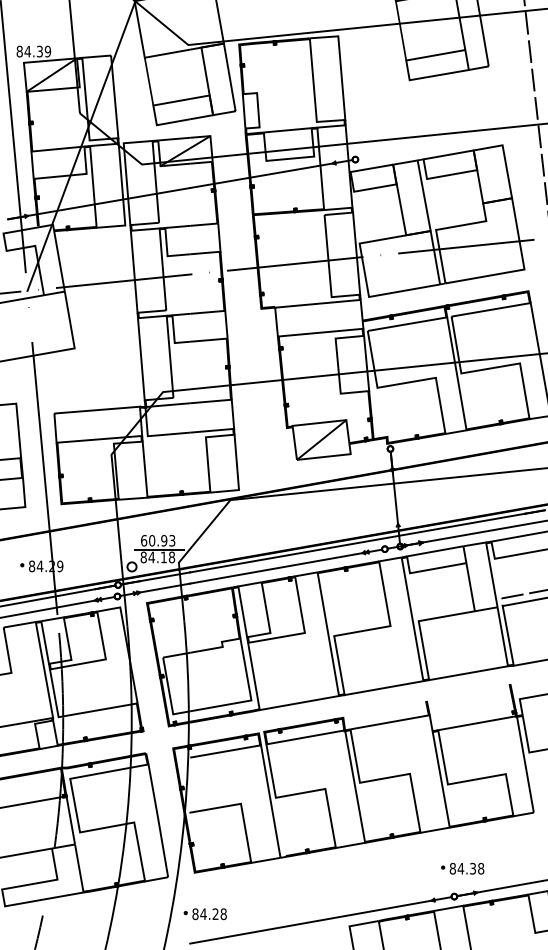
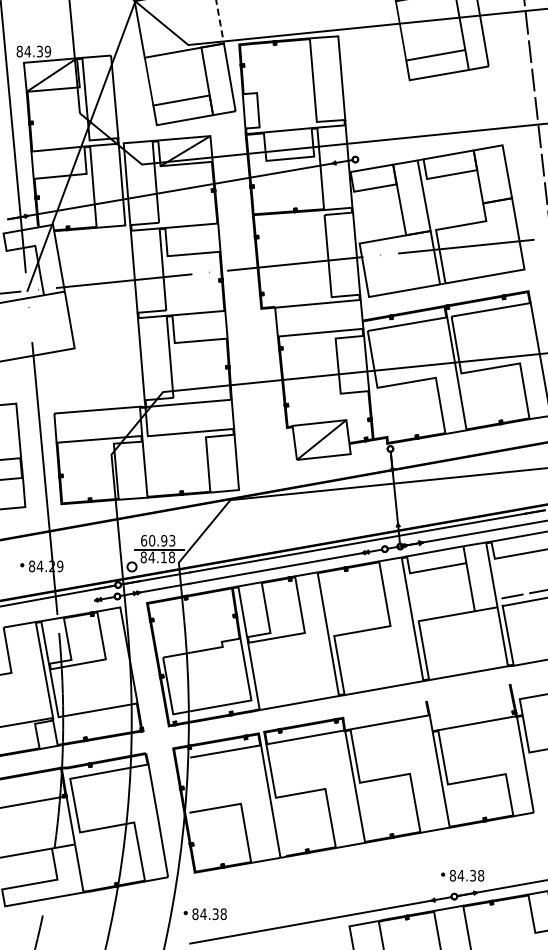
line at (220, 22): solid -> dashed
line at (48, 608): present -> none
part at (462, 868) position: (462, 868) -> (462, 875)
text at (215, 914): 84.28 -> 84.38
